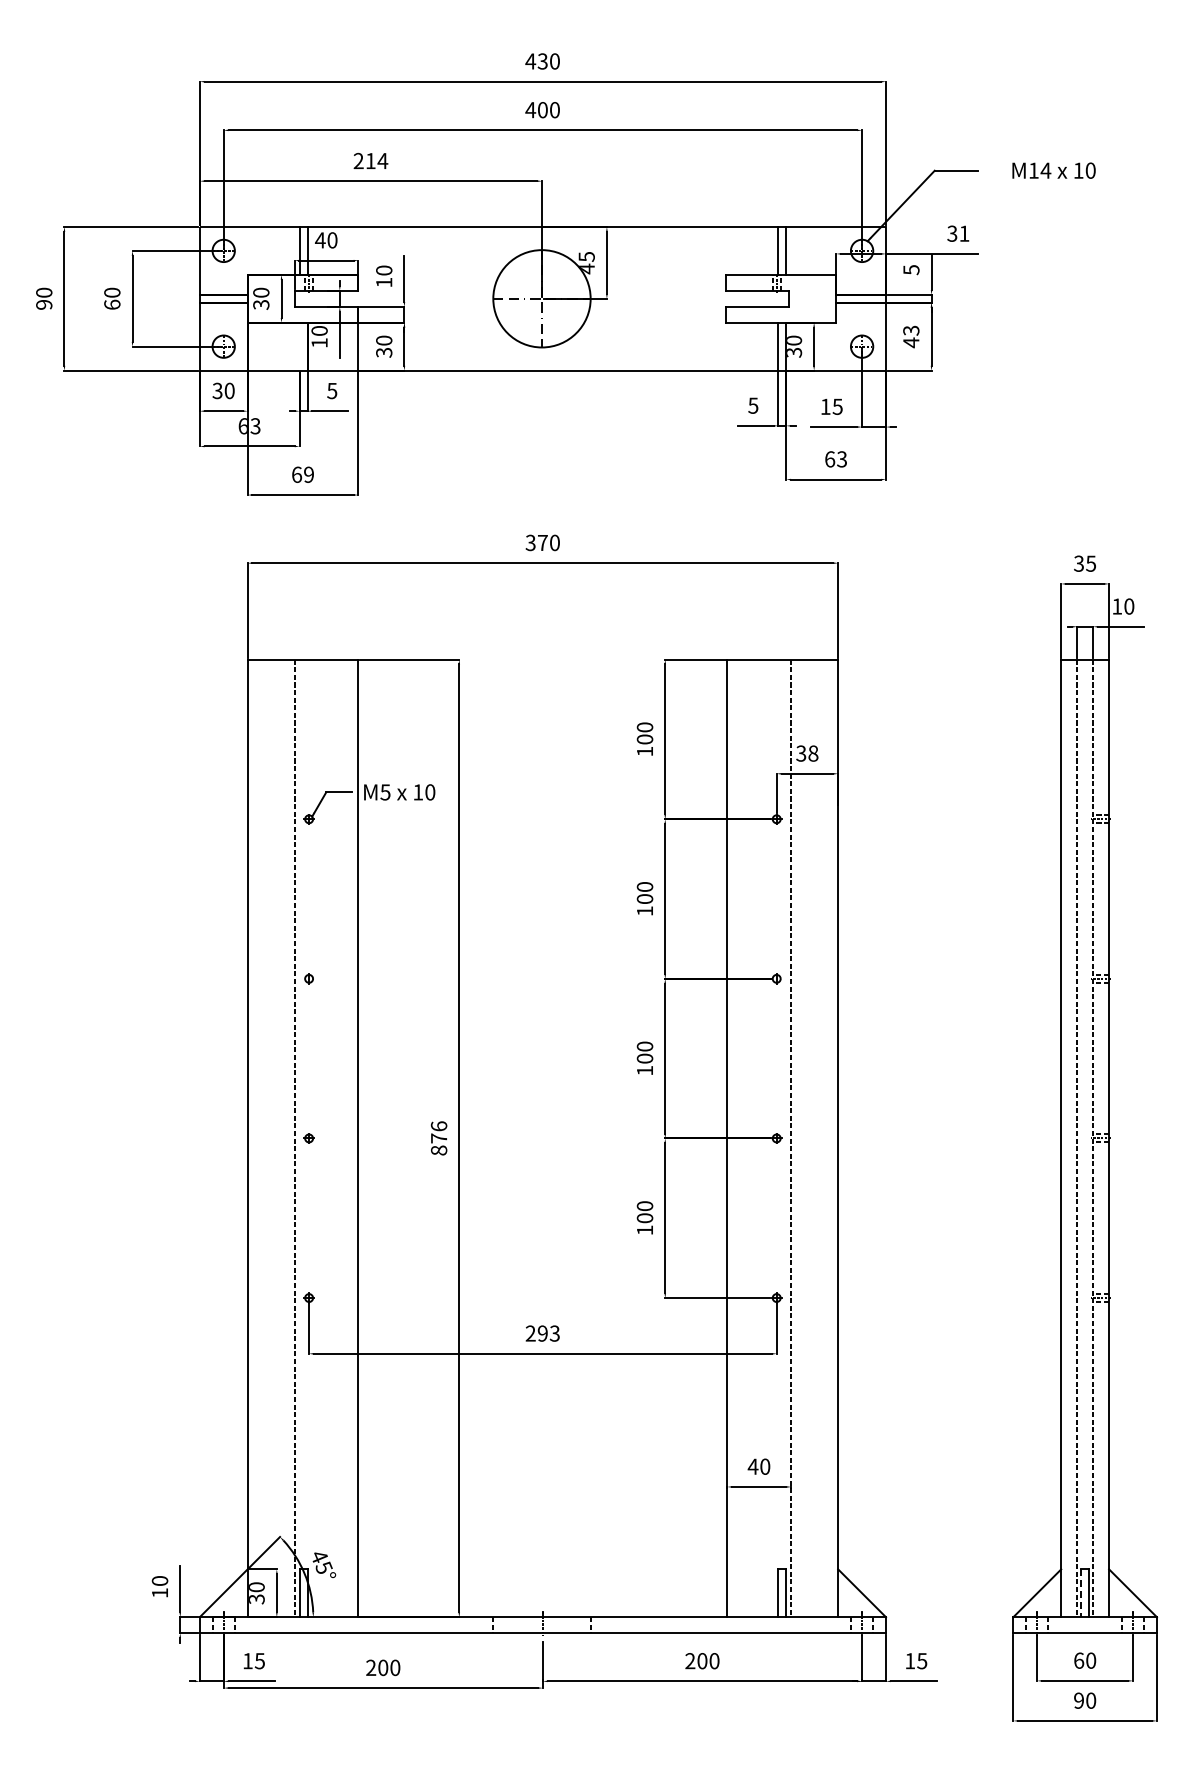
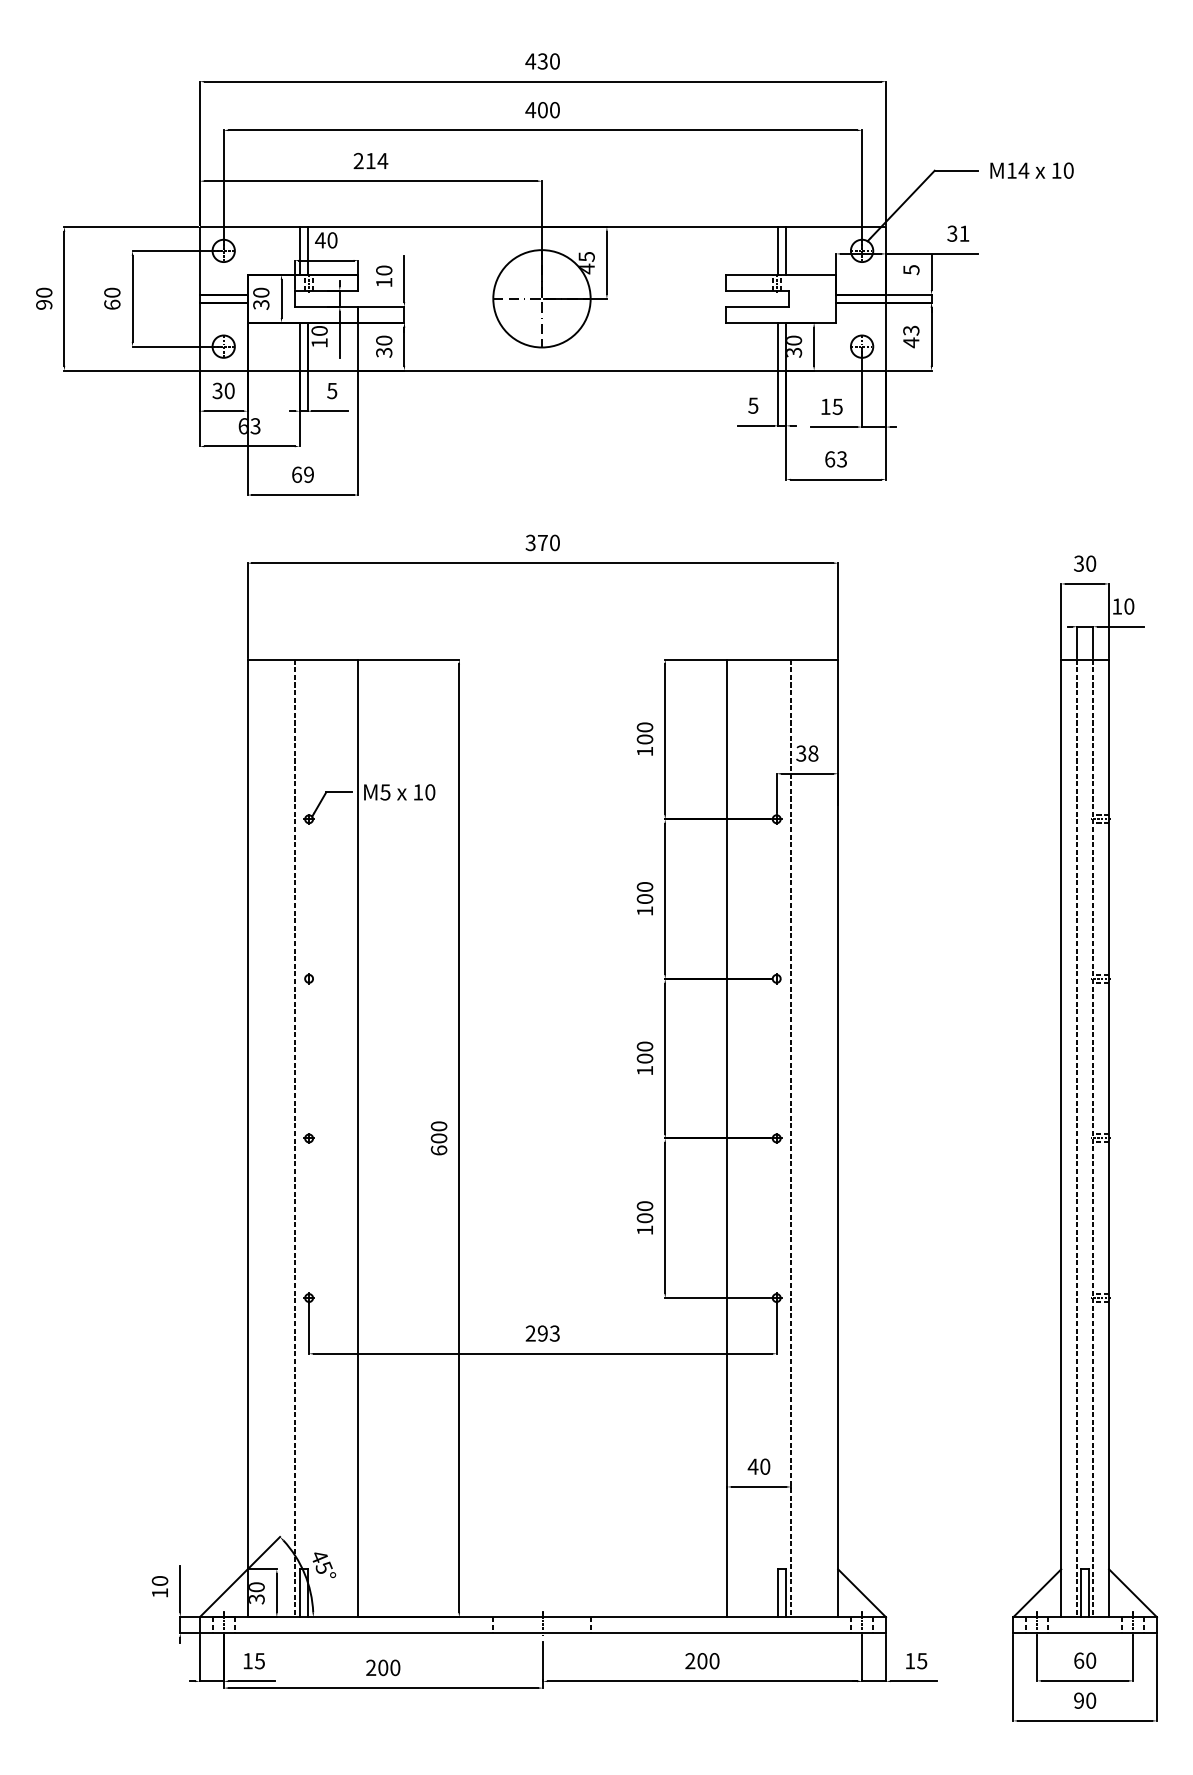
text at (1053, 170) position: (1053, 170) -> (1031, 170)
line at (299, 346): none -> present
text at (1091, 563): 35 -> 30
text at (438, 1138): 876 -> 600
line at (1081, 1593): dashed -> solid
